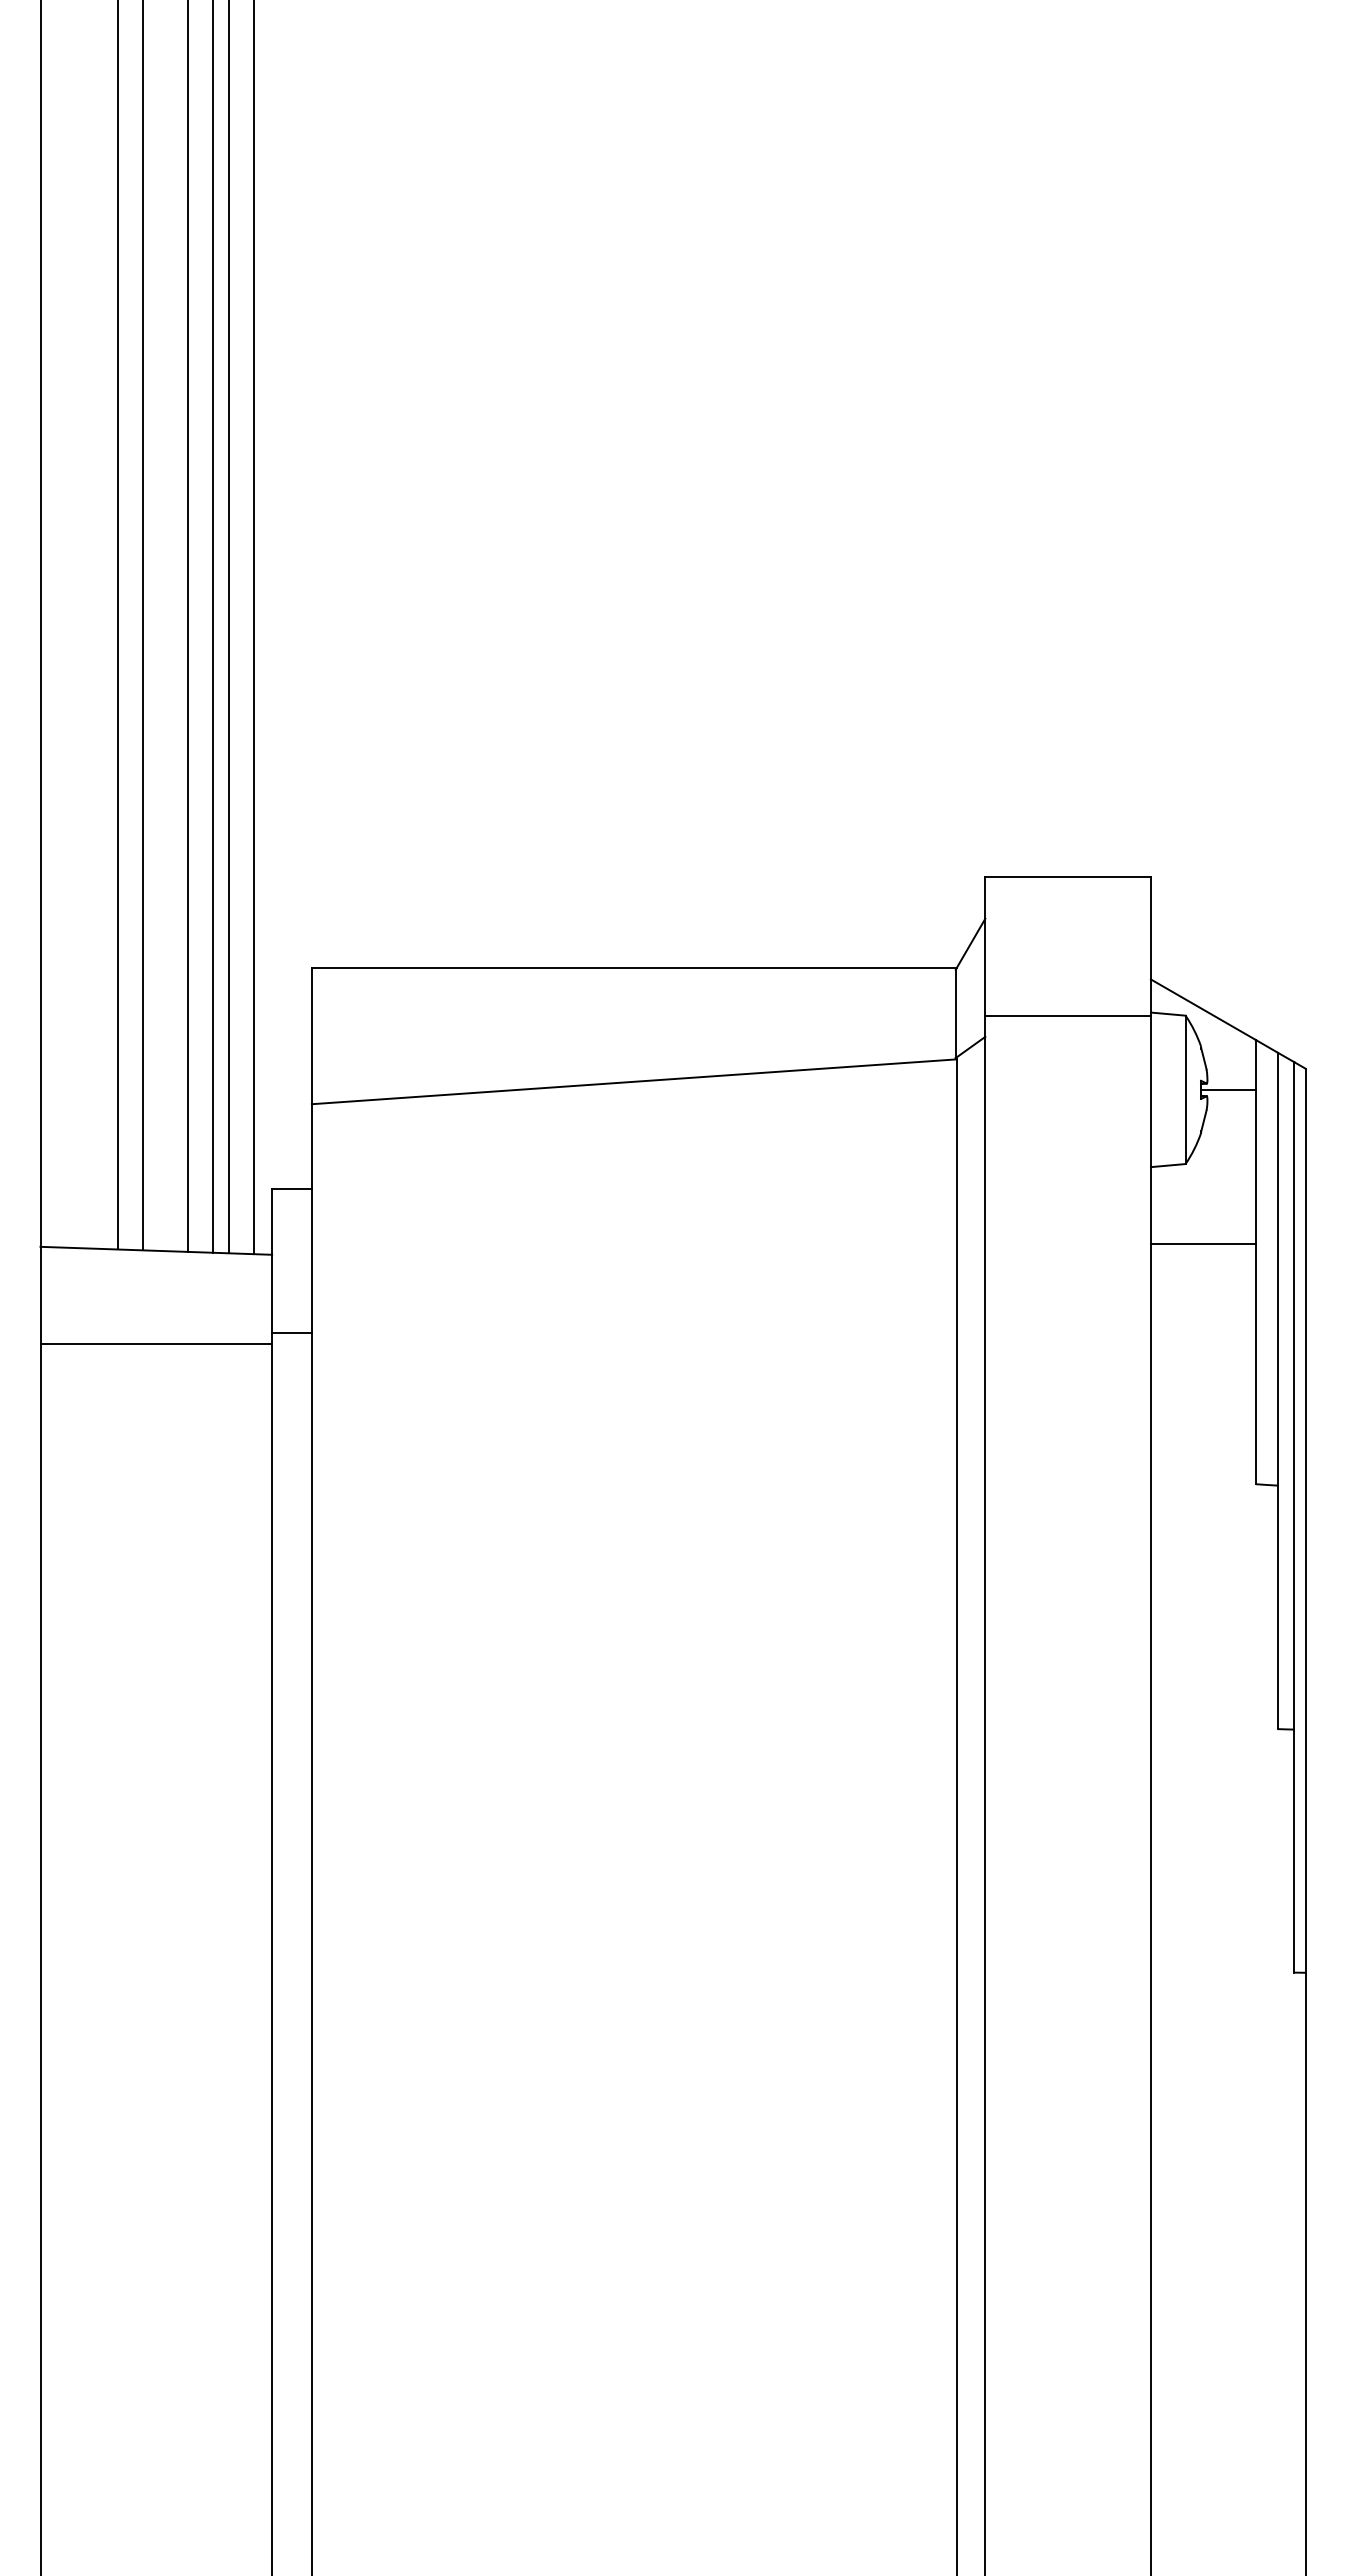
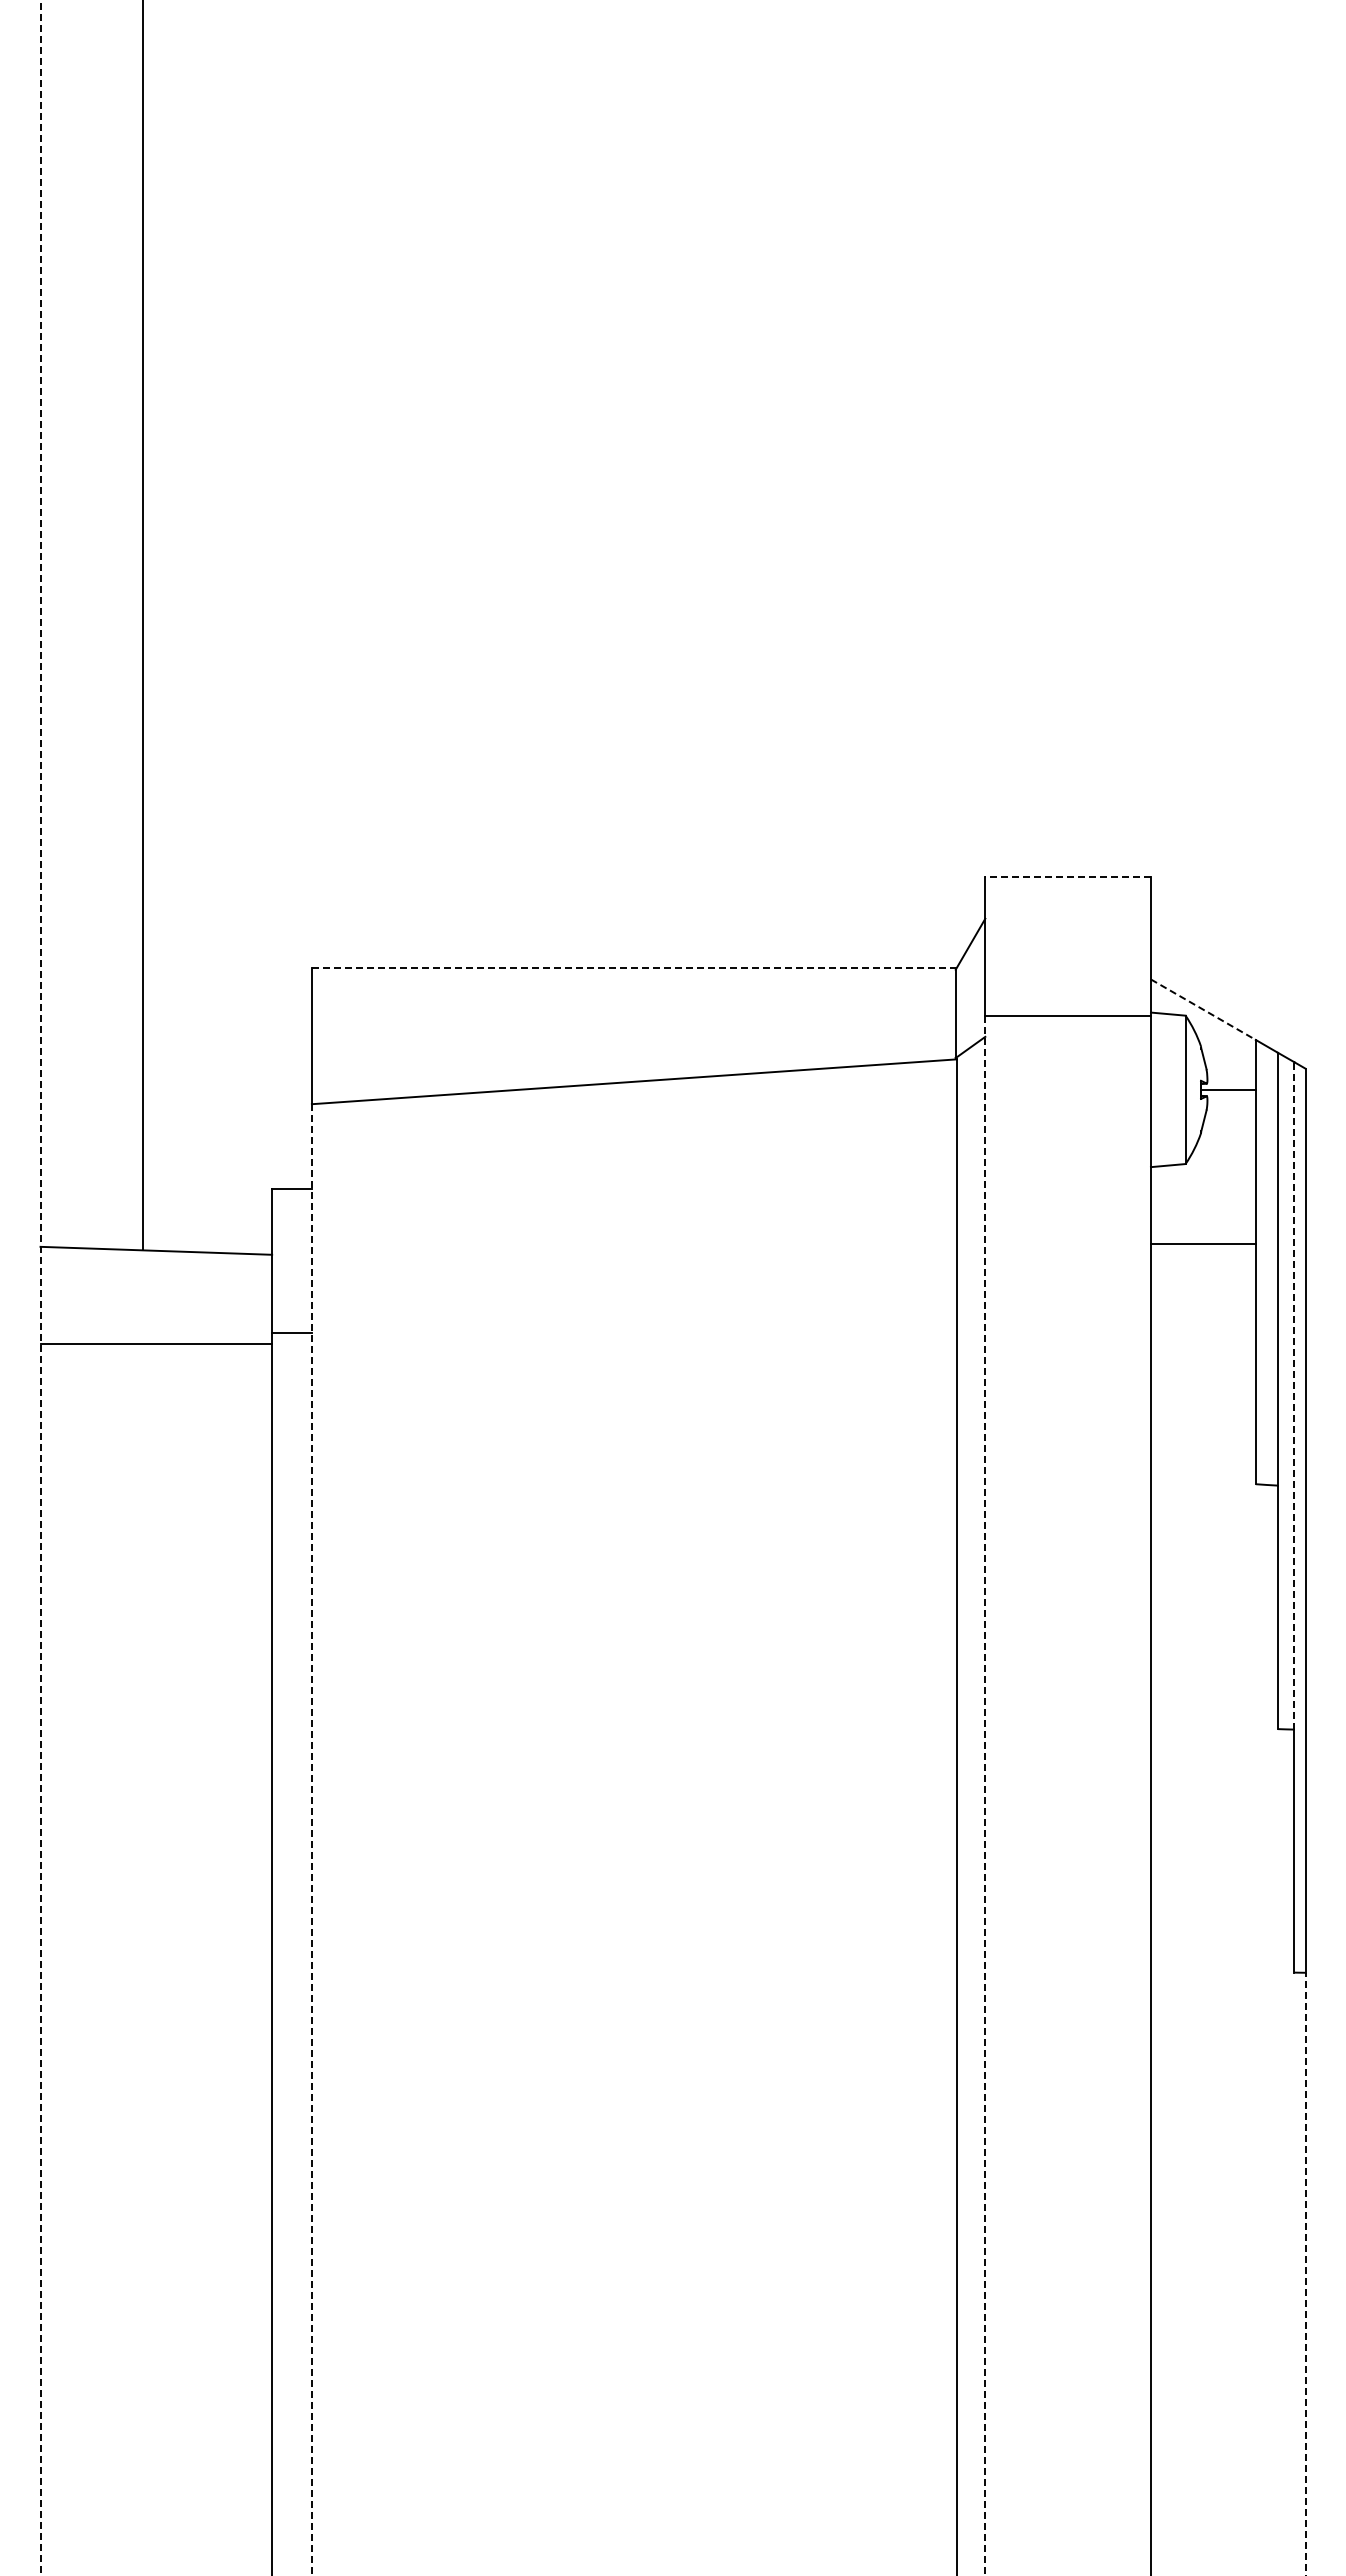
line at (117, 625): present -> none
line at (188, 626): present -> none
line at (213, 627): present -> none
line at (228, 627): present -> none
line at (254, 628): present -> none
line at (1068, 876): solid -> dashed
line at (633, 968): solid -> dashed
line at (1203, 1009): solid -> dashed
line at (40, 1287): solid -> dashed
line at (1294, 1395): solid -> dashed
line at (985, 1796): solid -> dashed
line at (311, 1839): solid -> dashed
line at (1305, 2273): solid -> dashed
